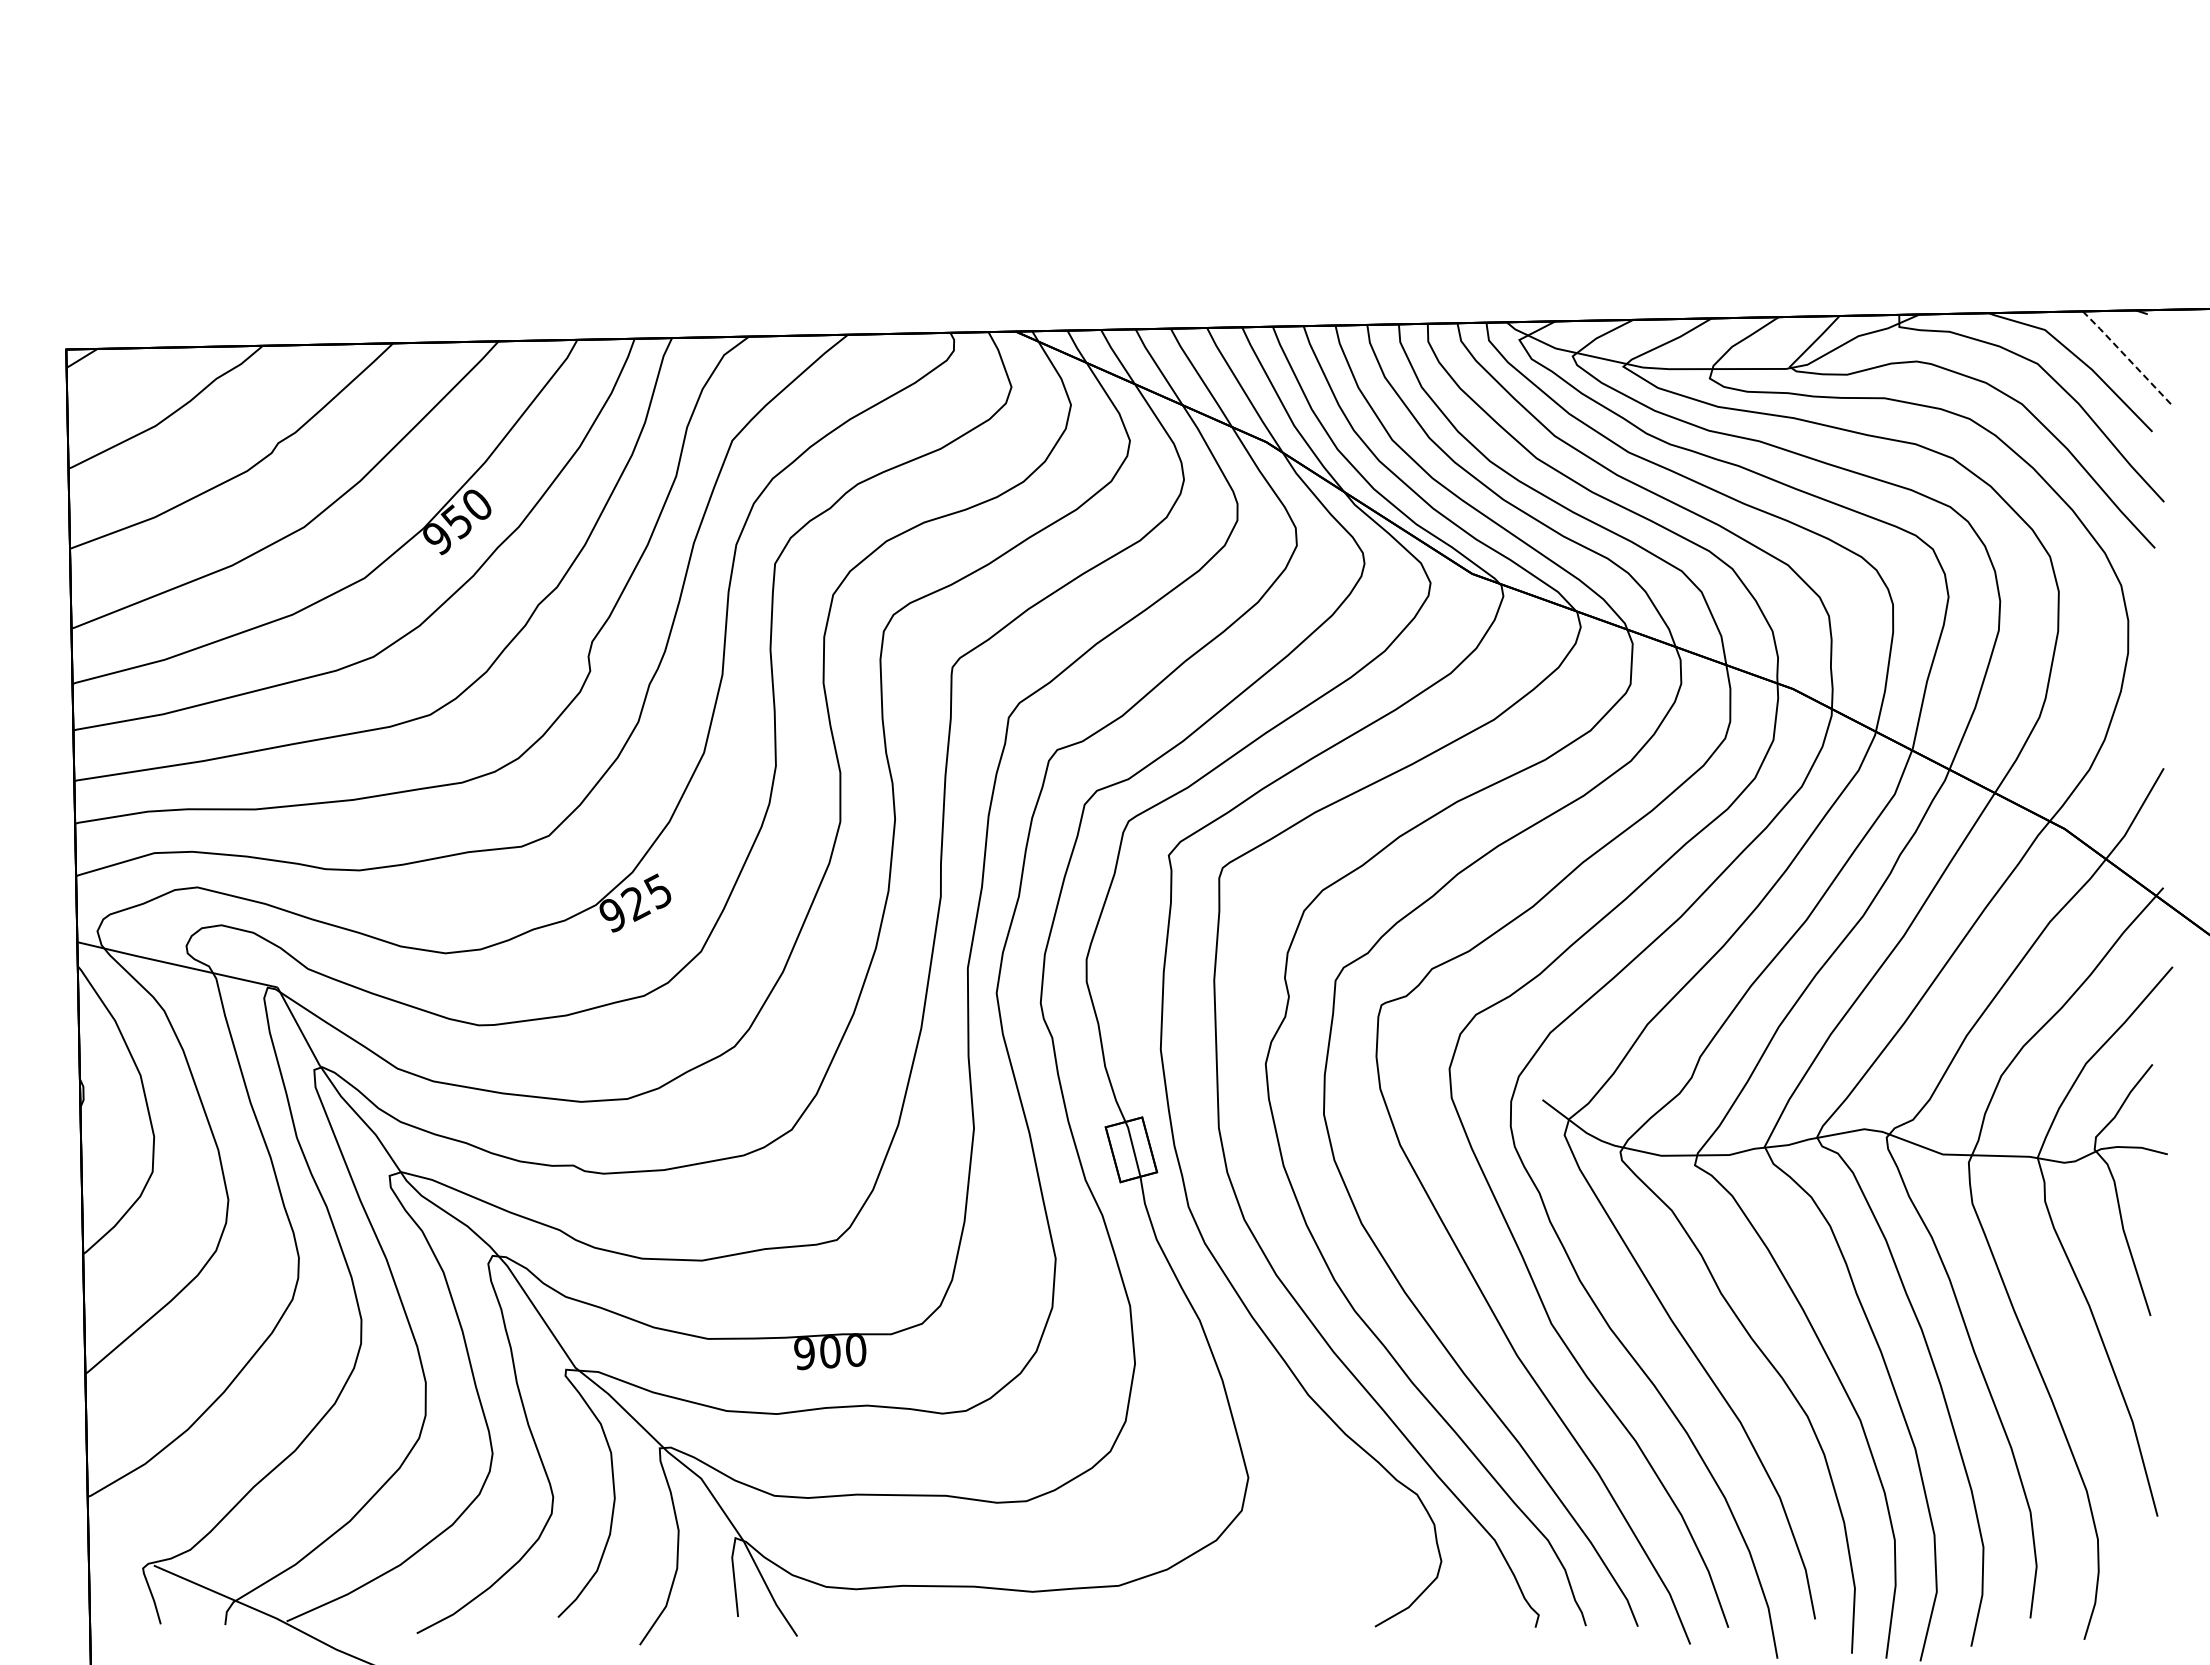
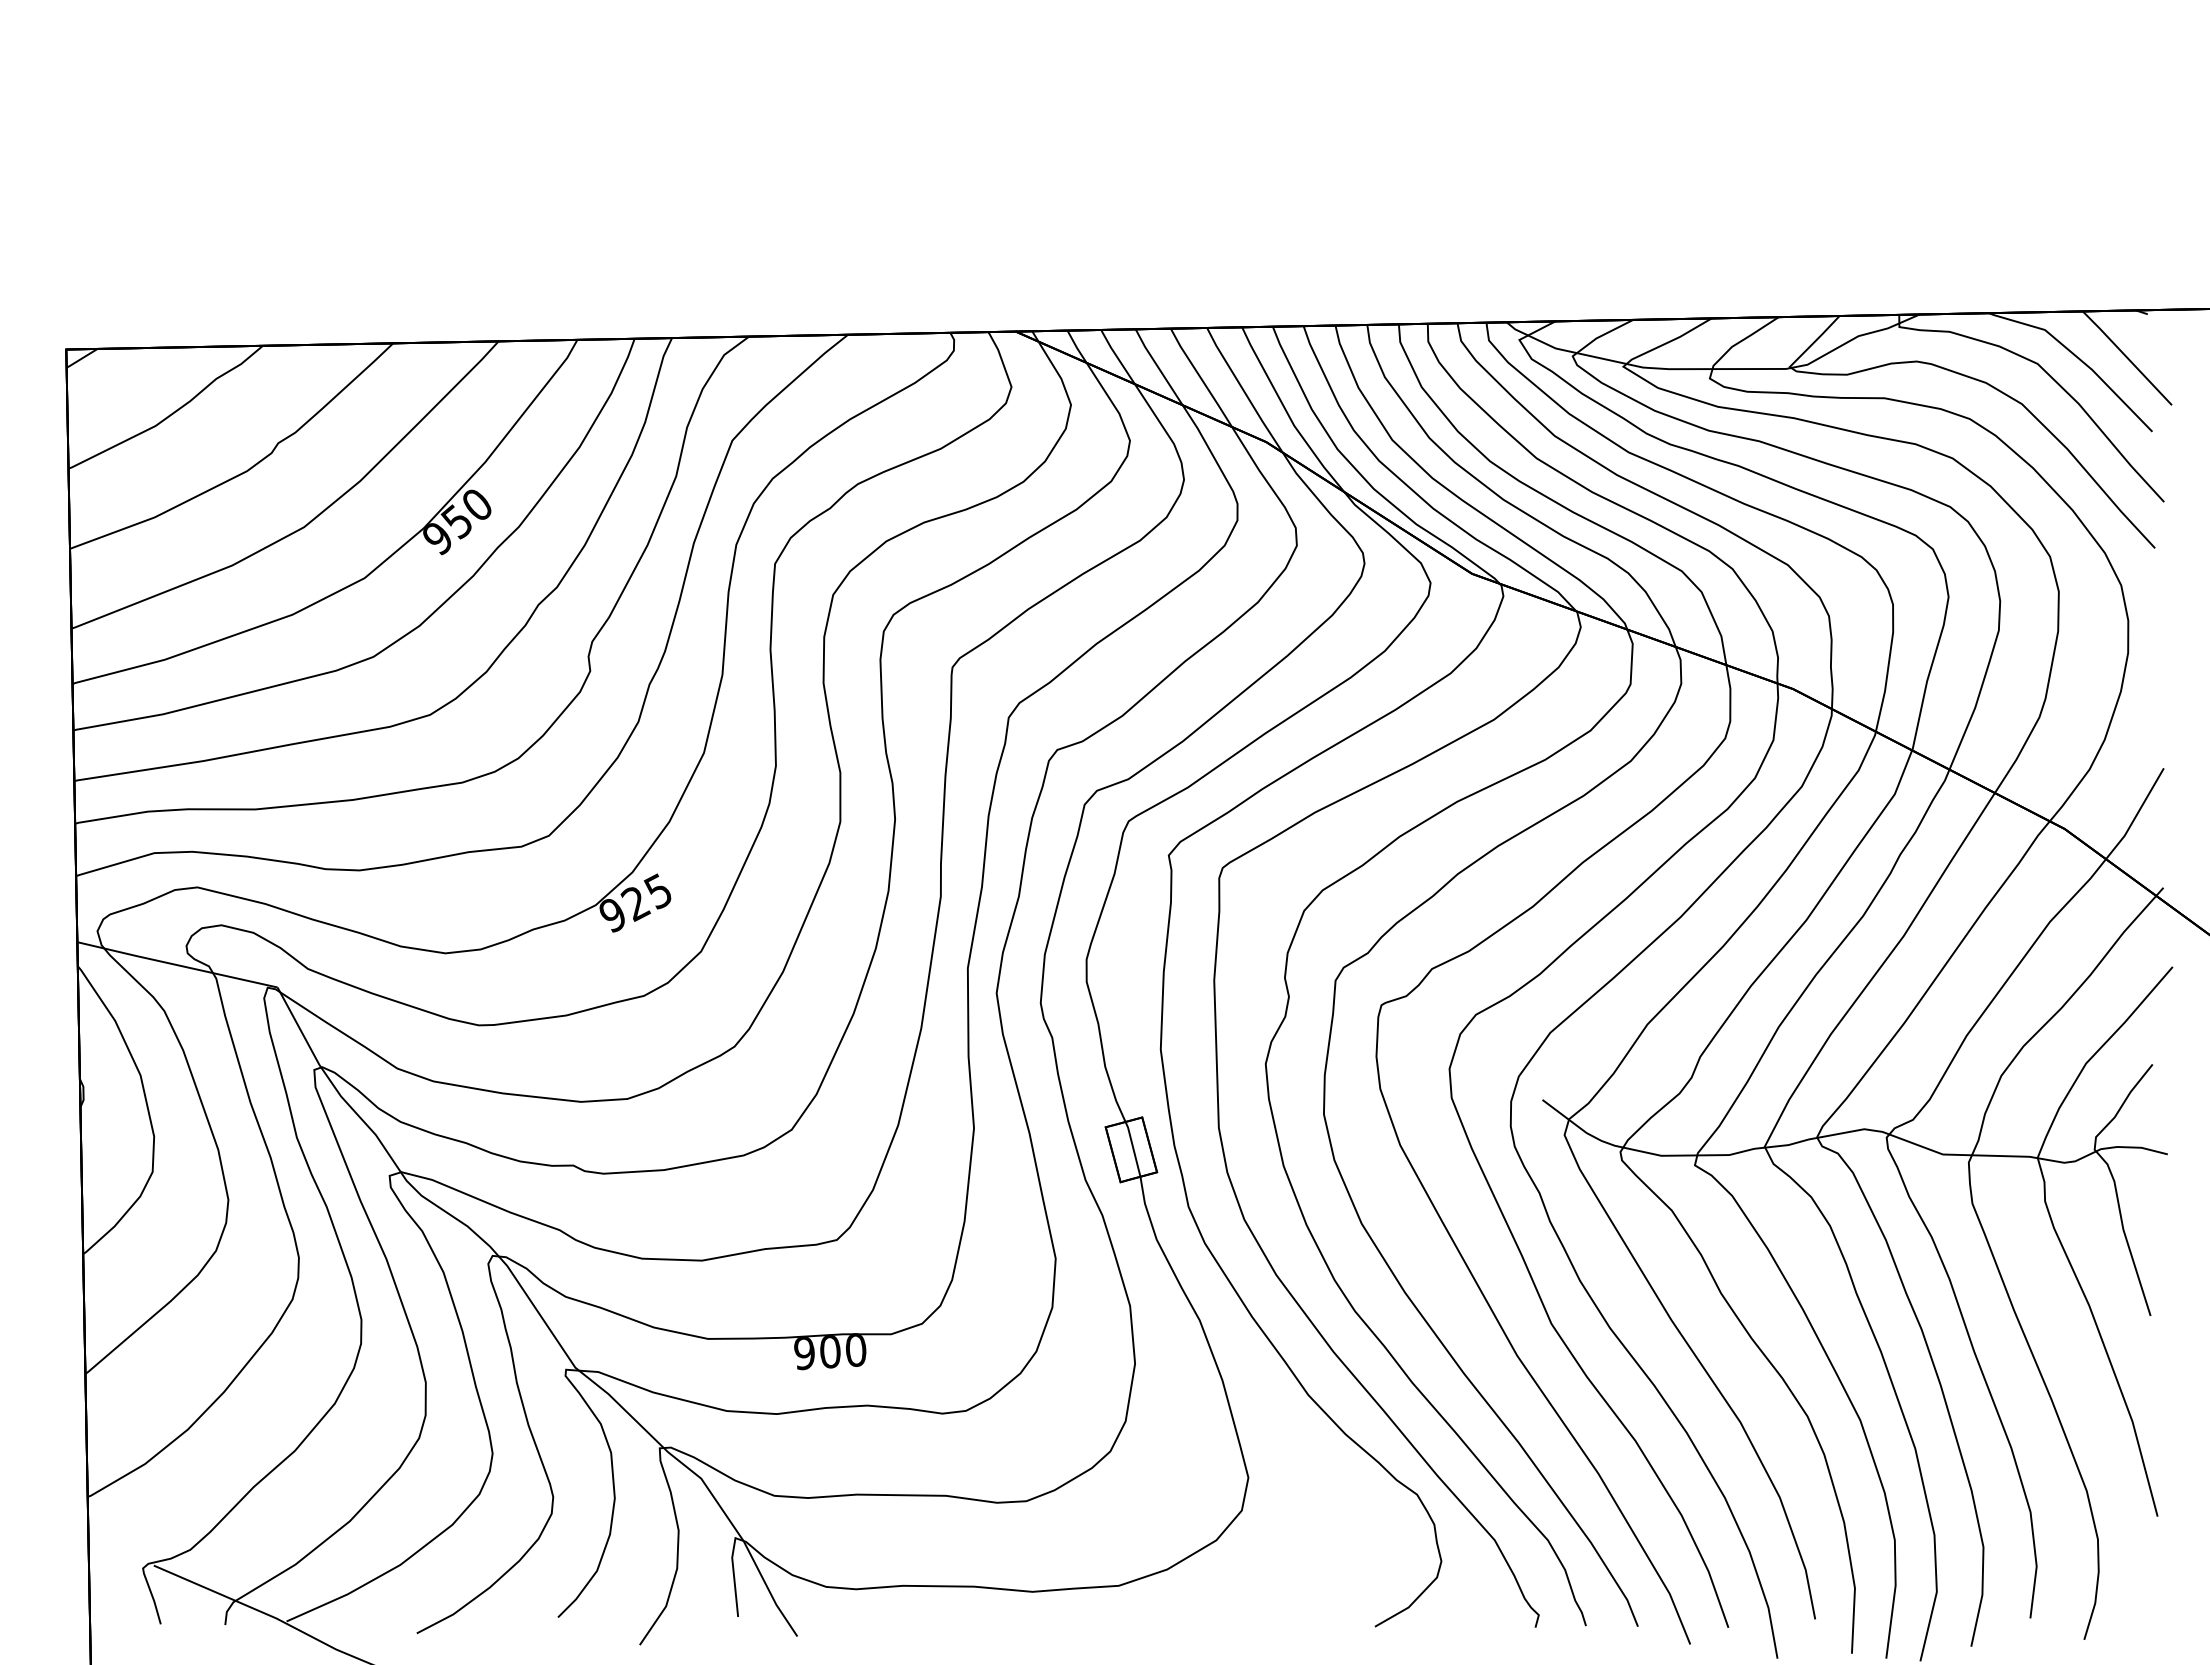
line at (2127, 358): dashed -> solid
